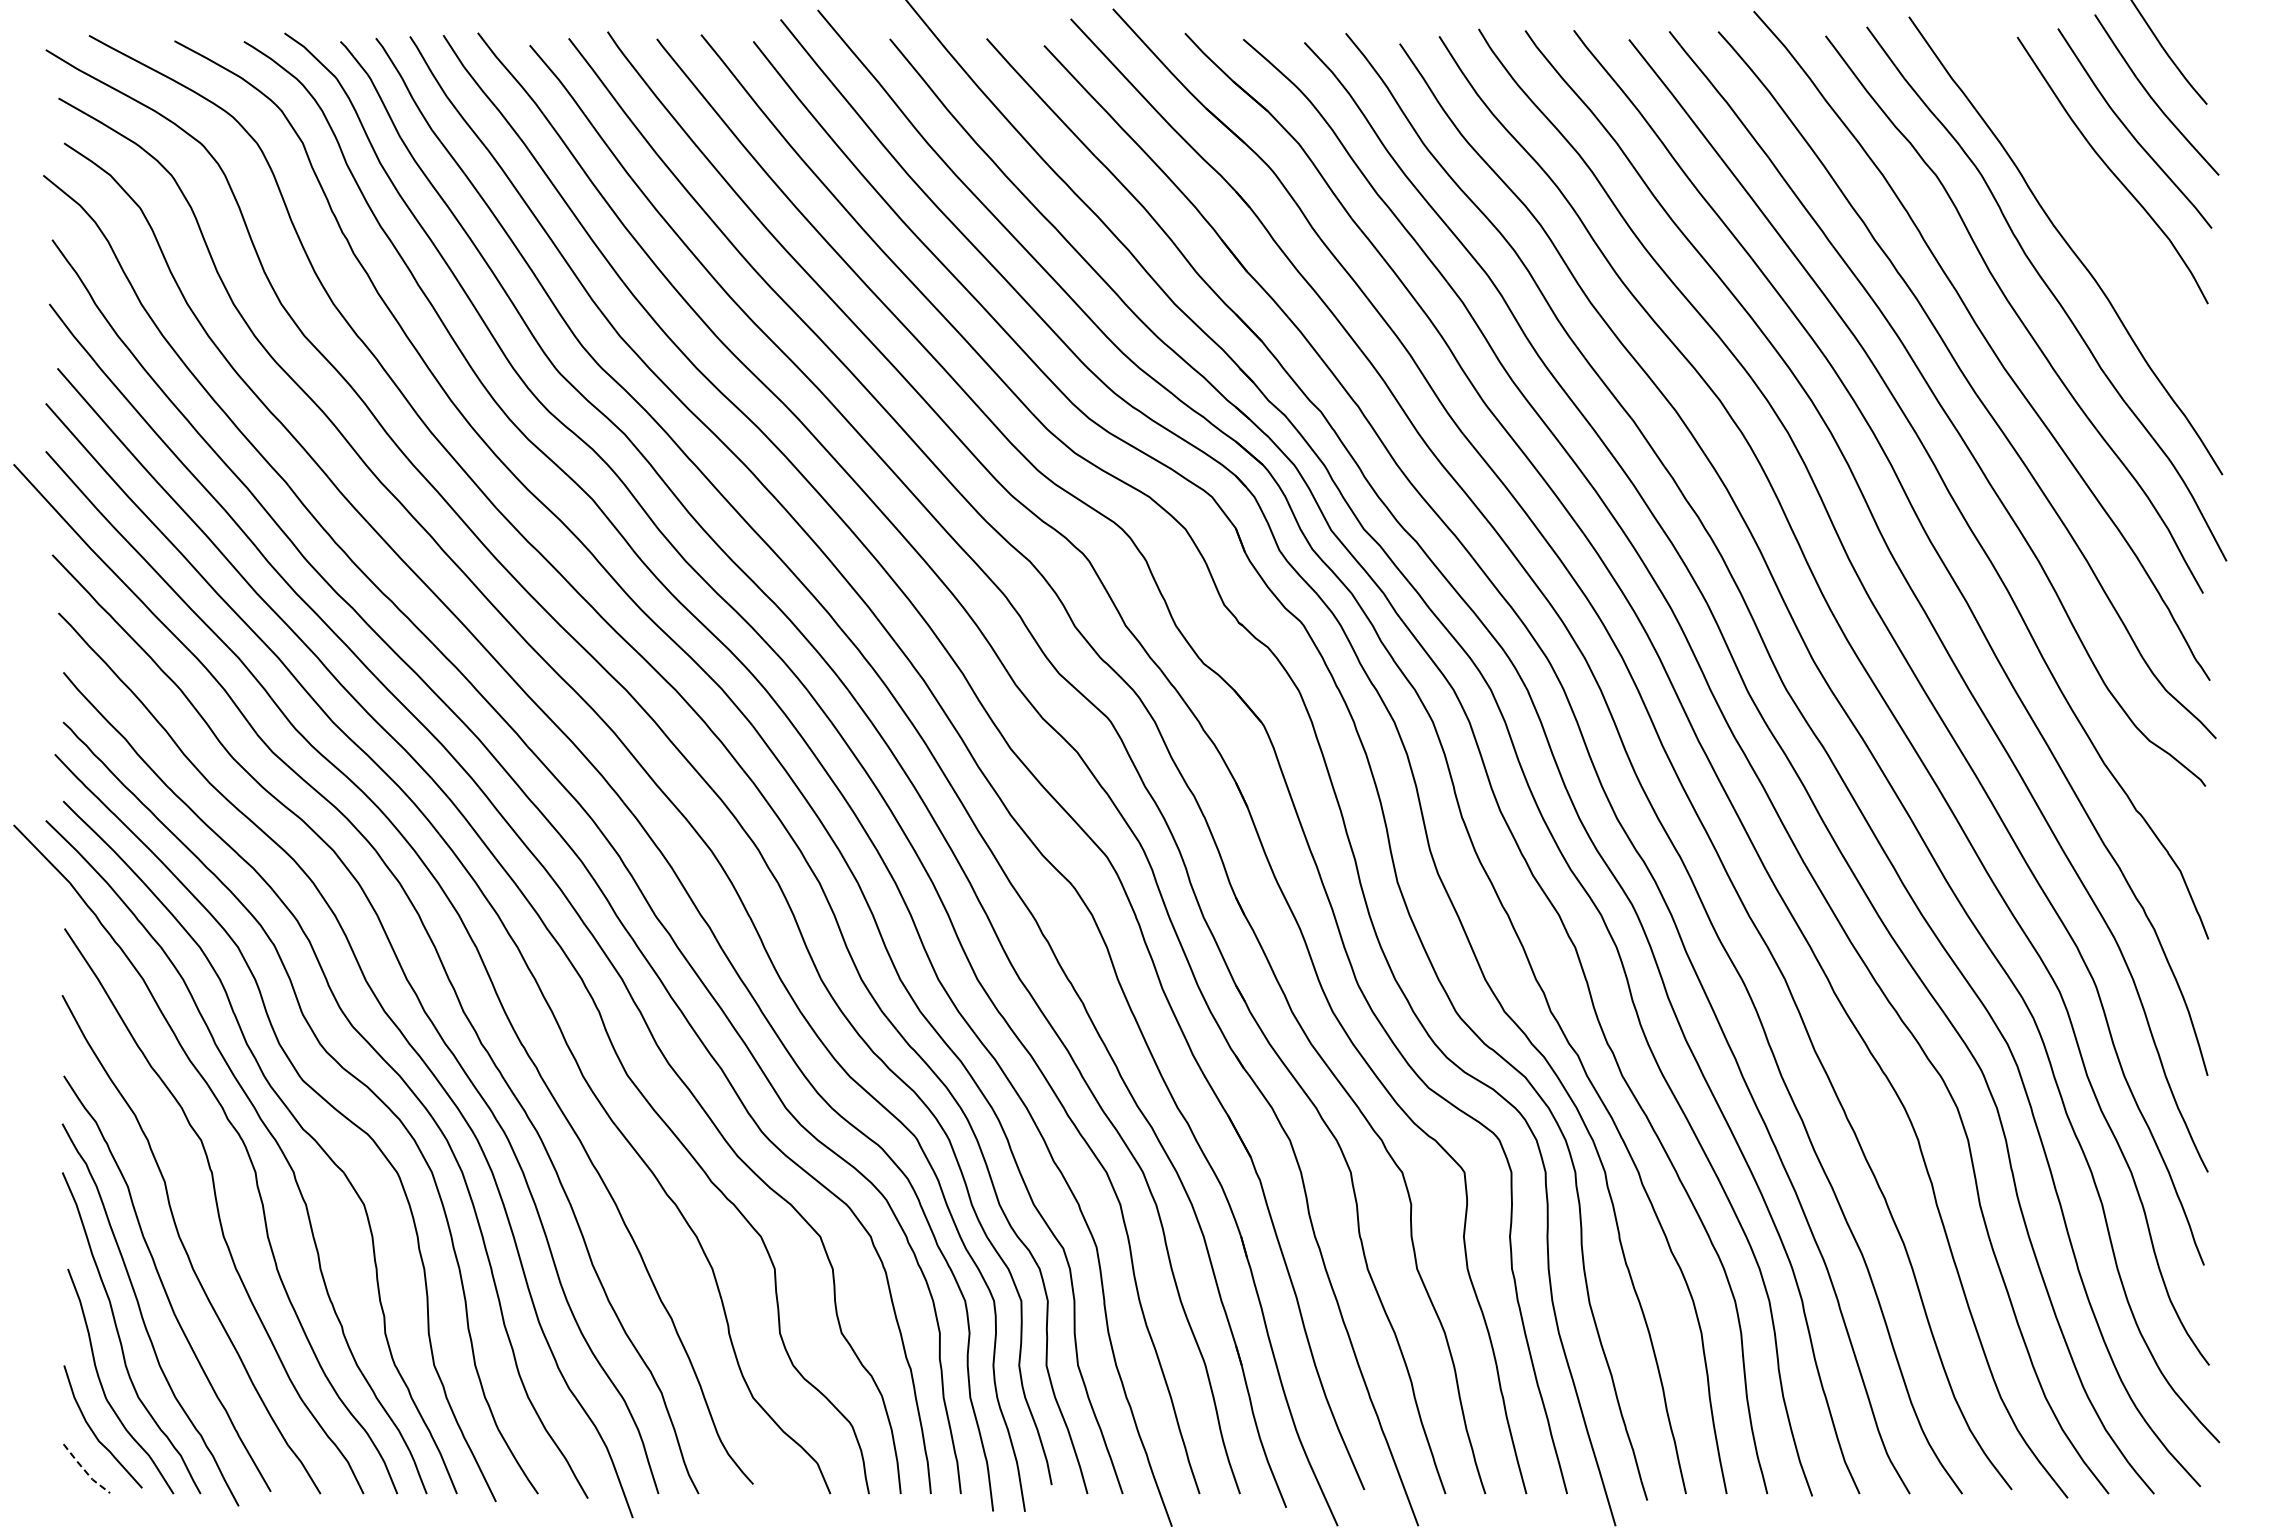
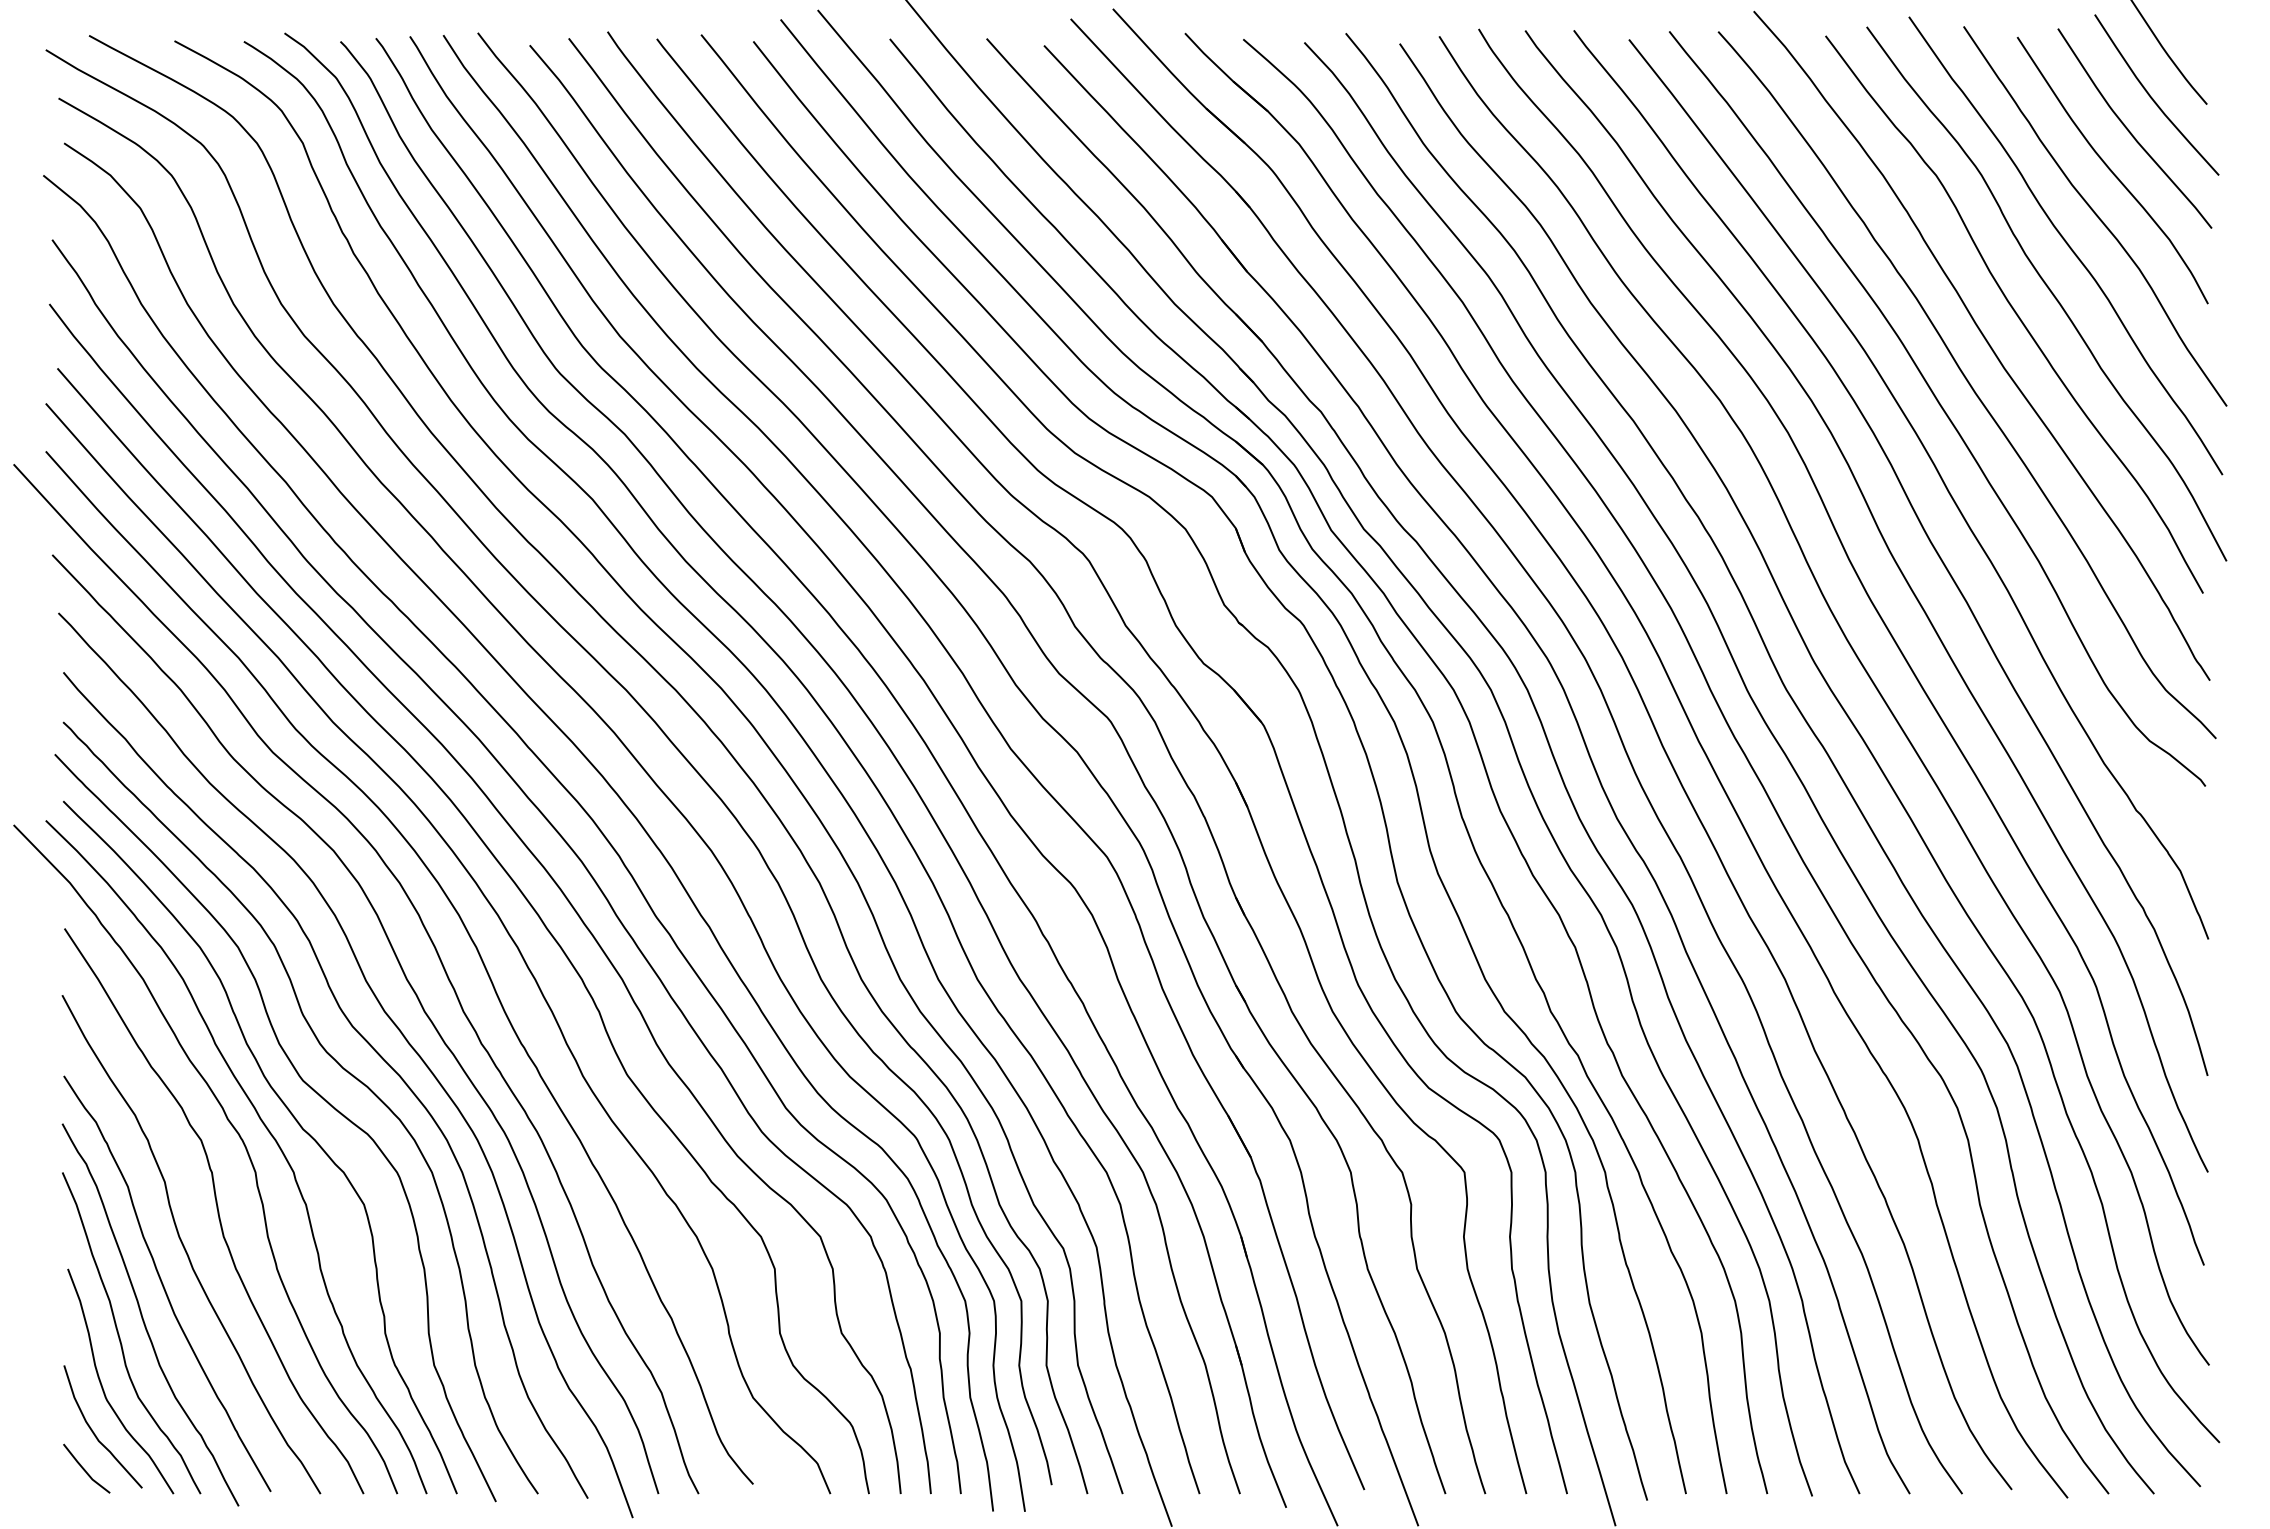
curve at (2095, 215): none -> present
line at (85, 1470): dashed -> solid
